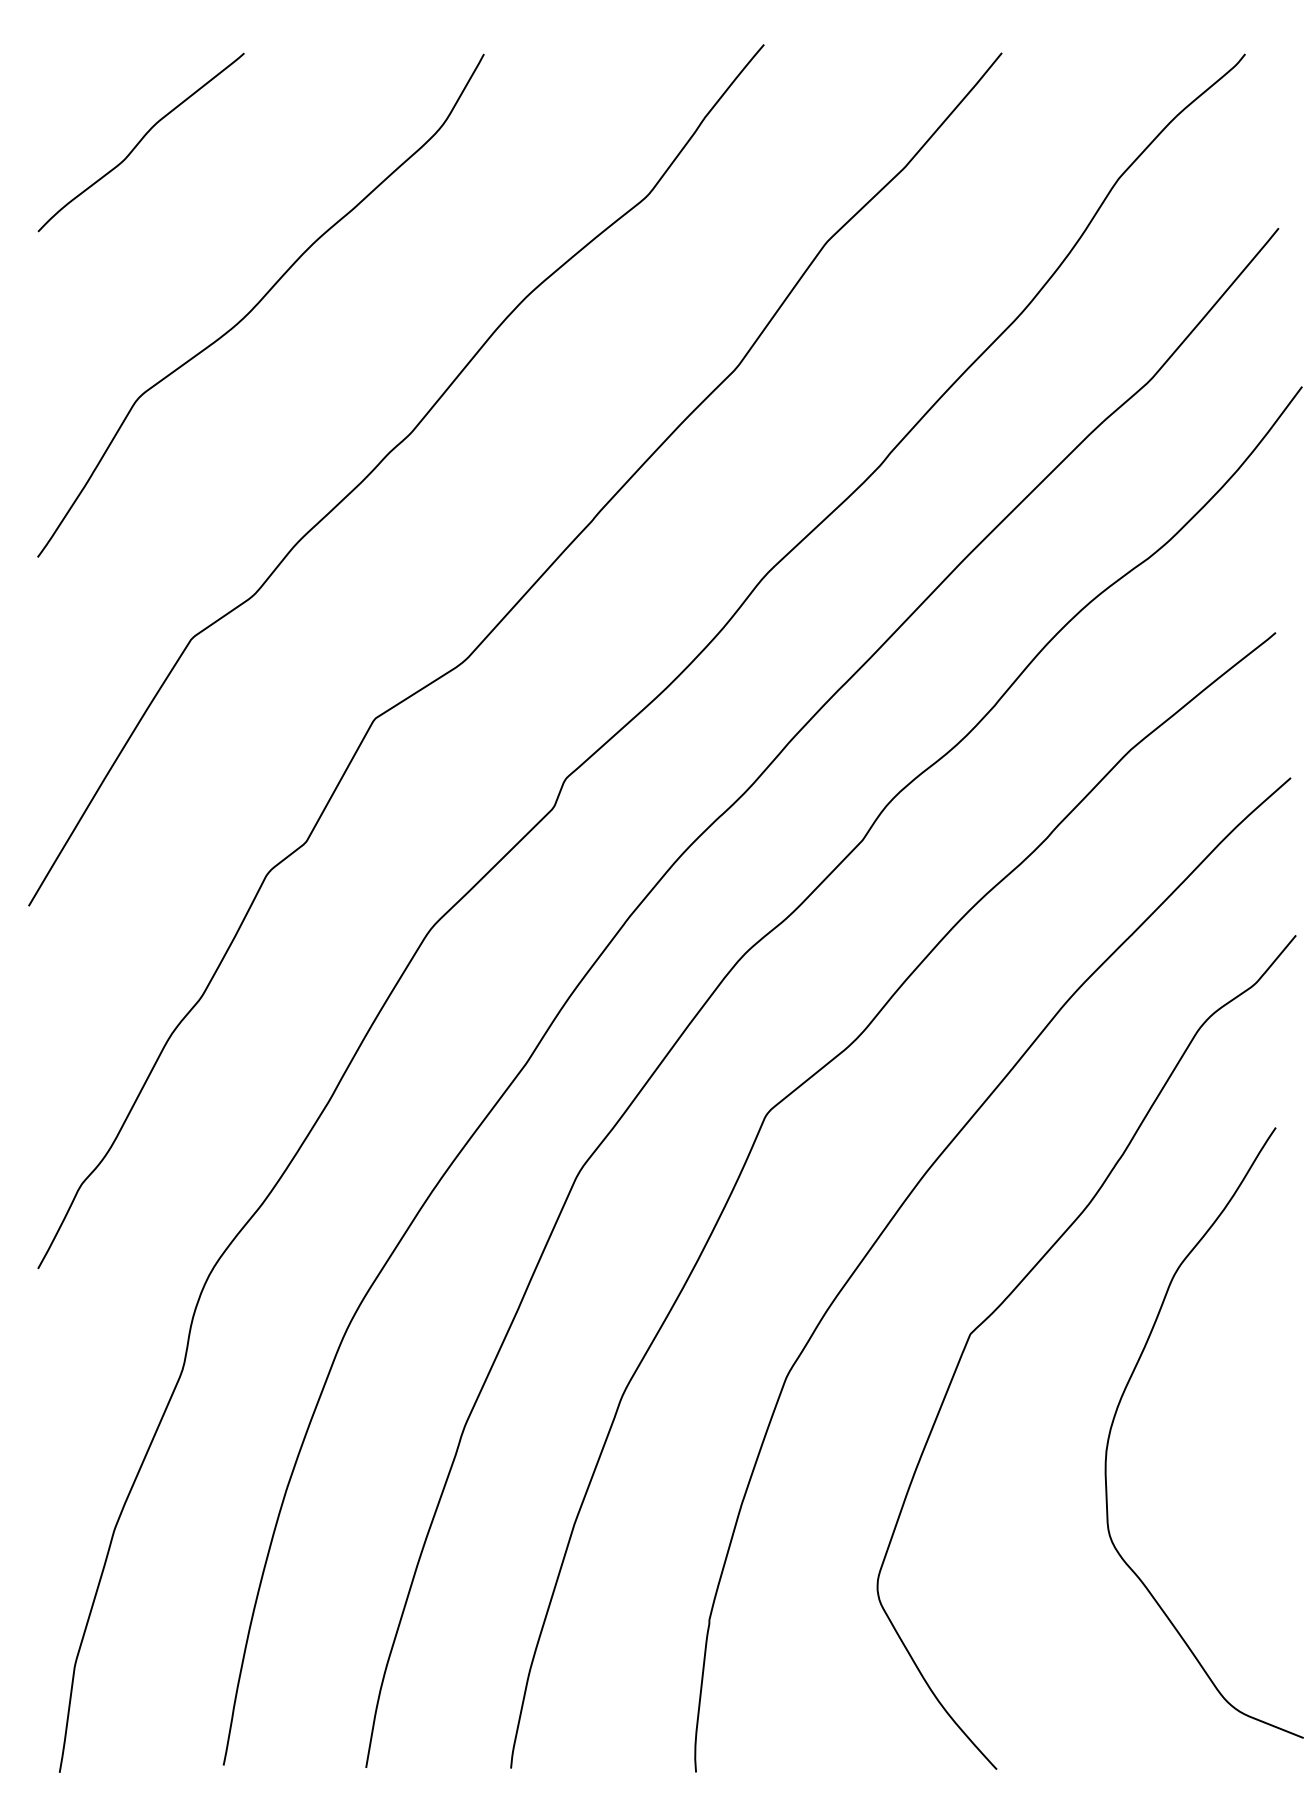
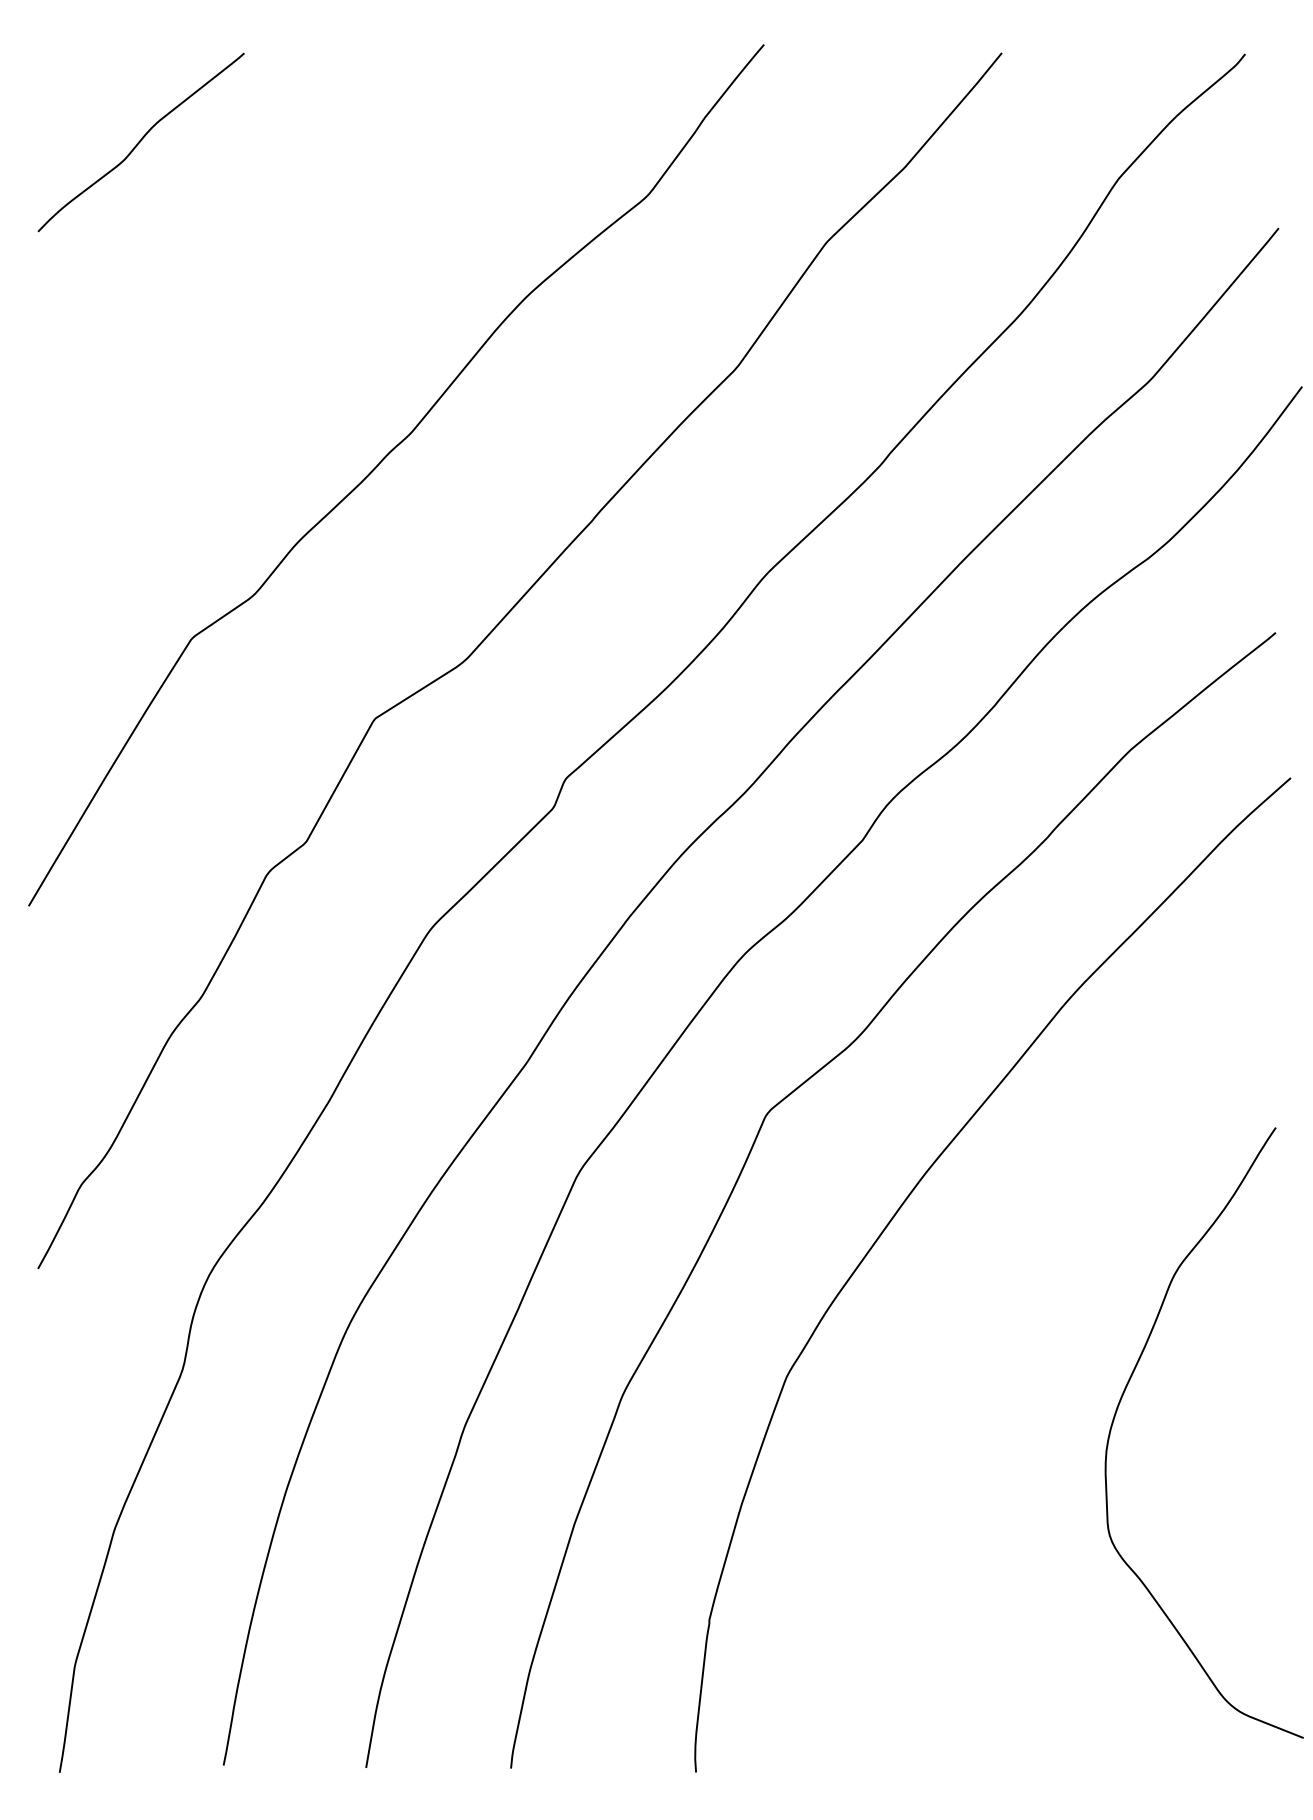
curve at (259, 303): present -> none
curve at (1013, 1292): present -> none
